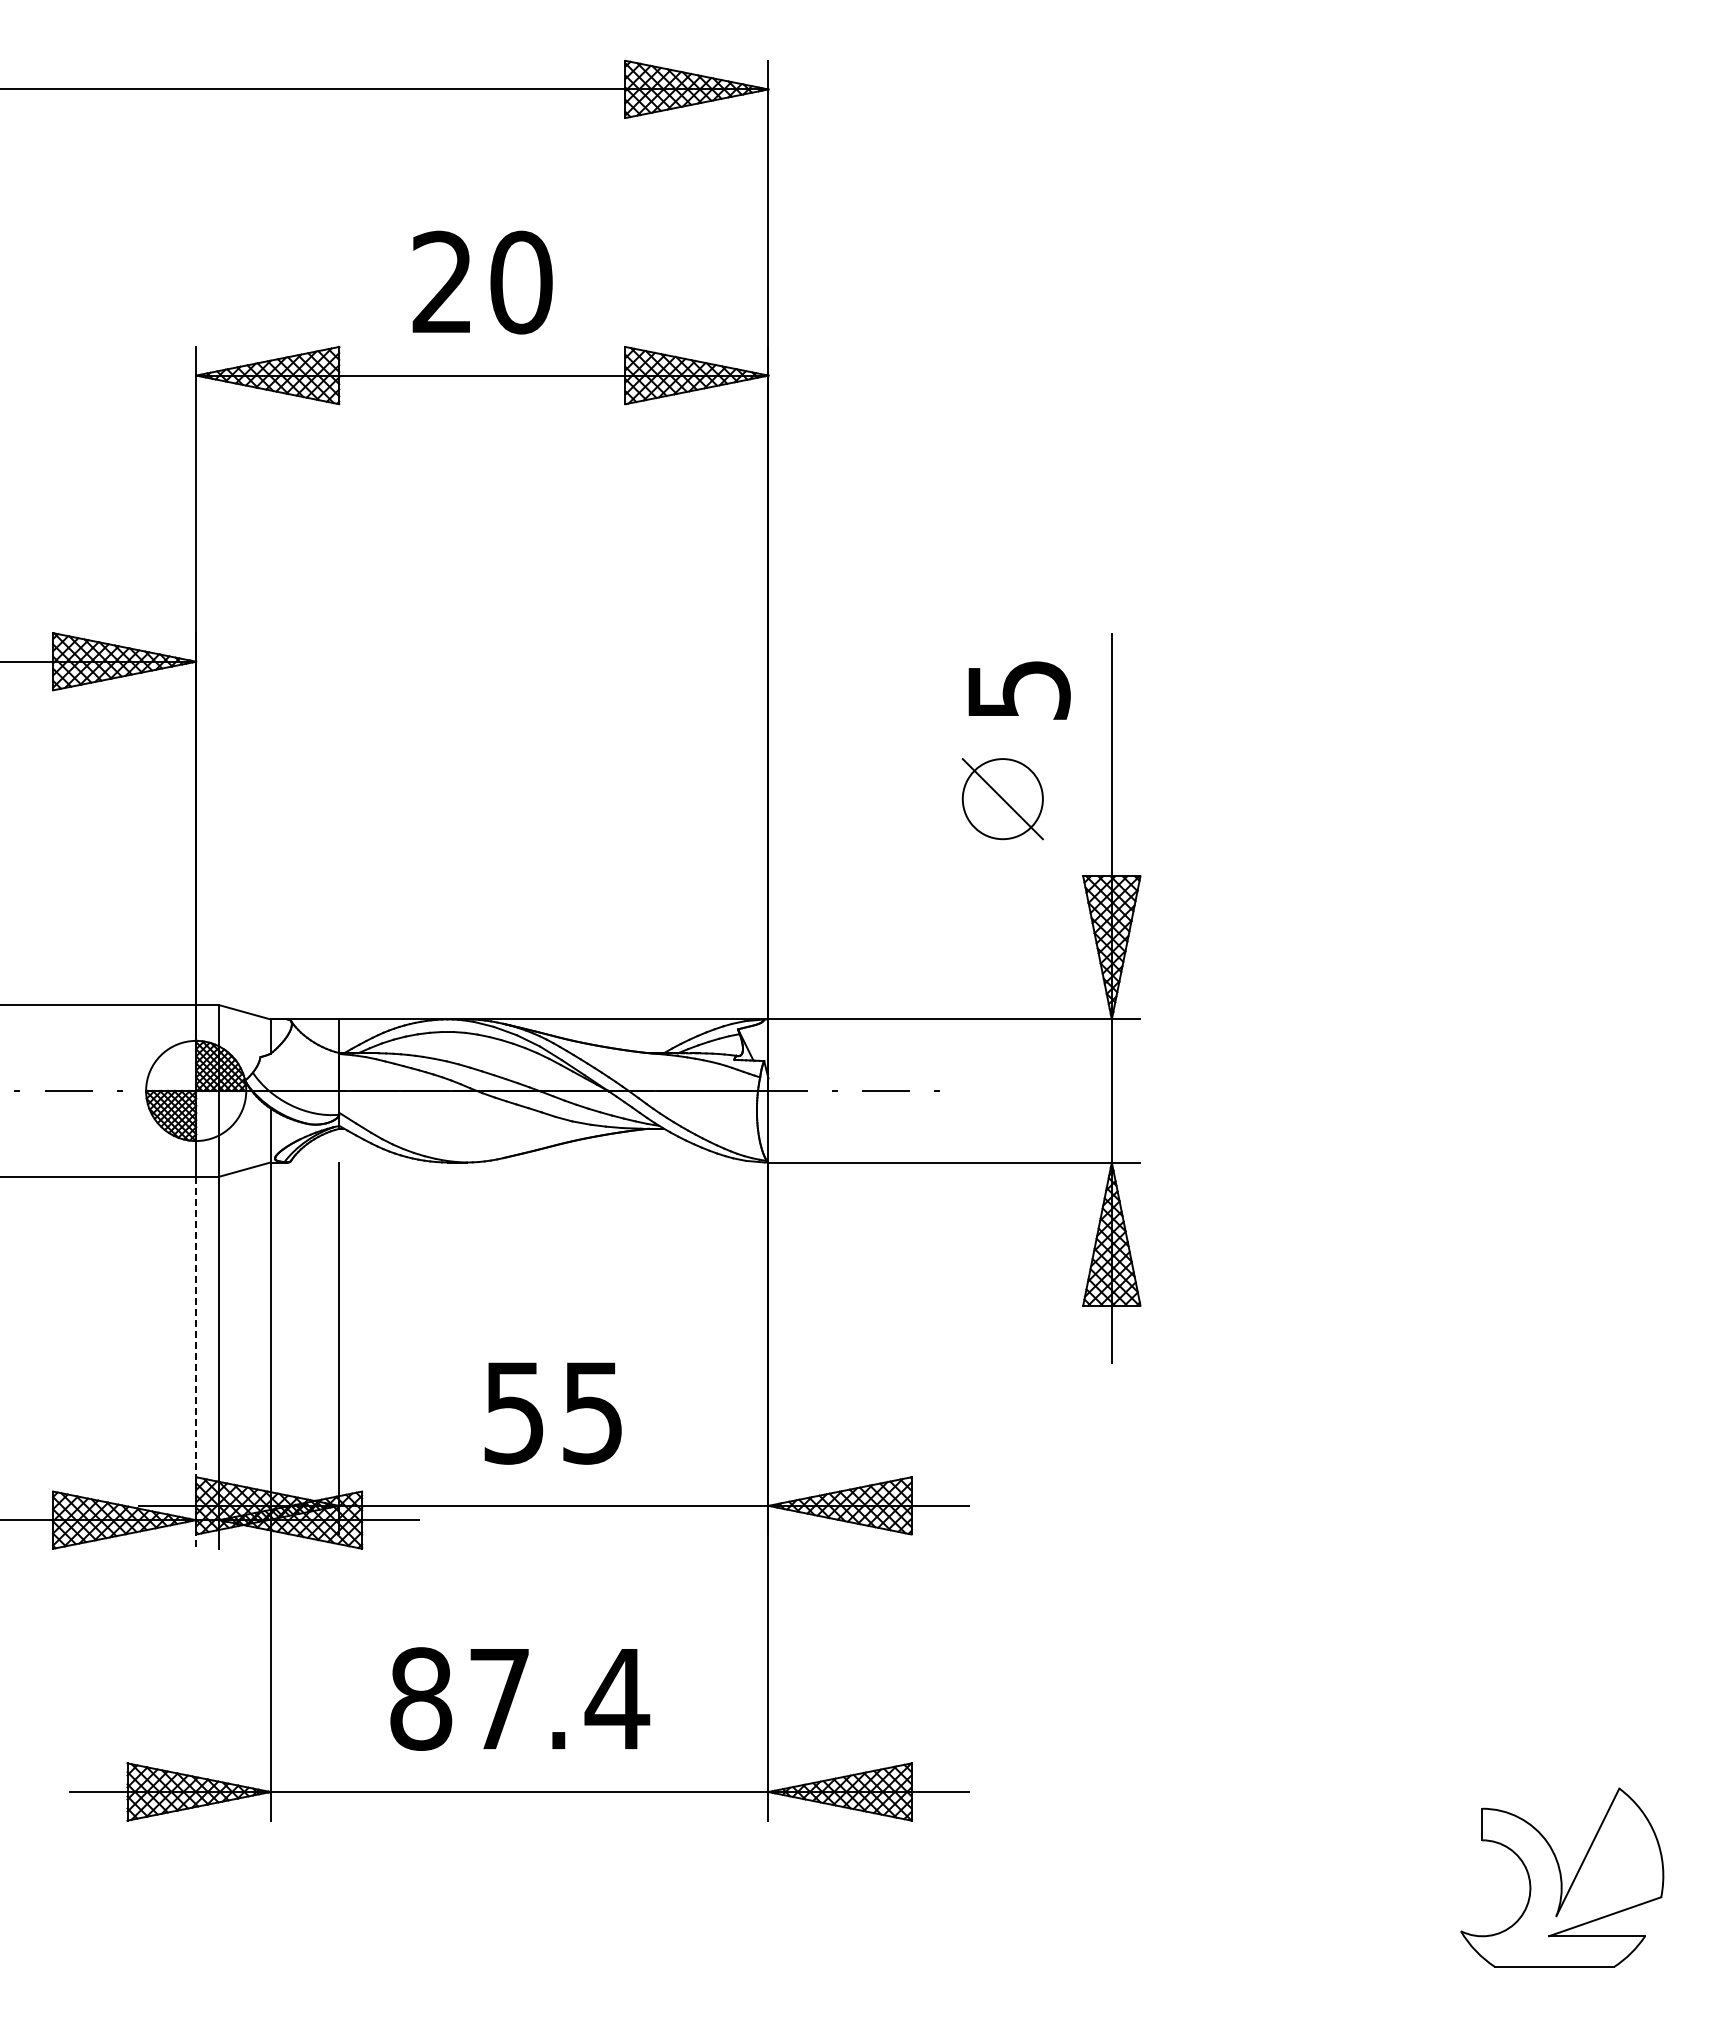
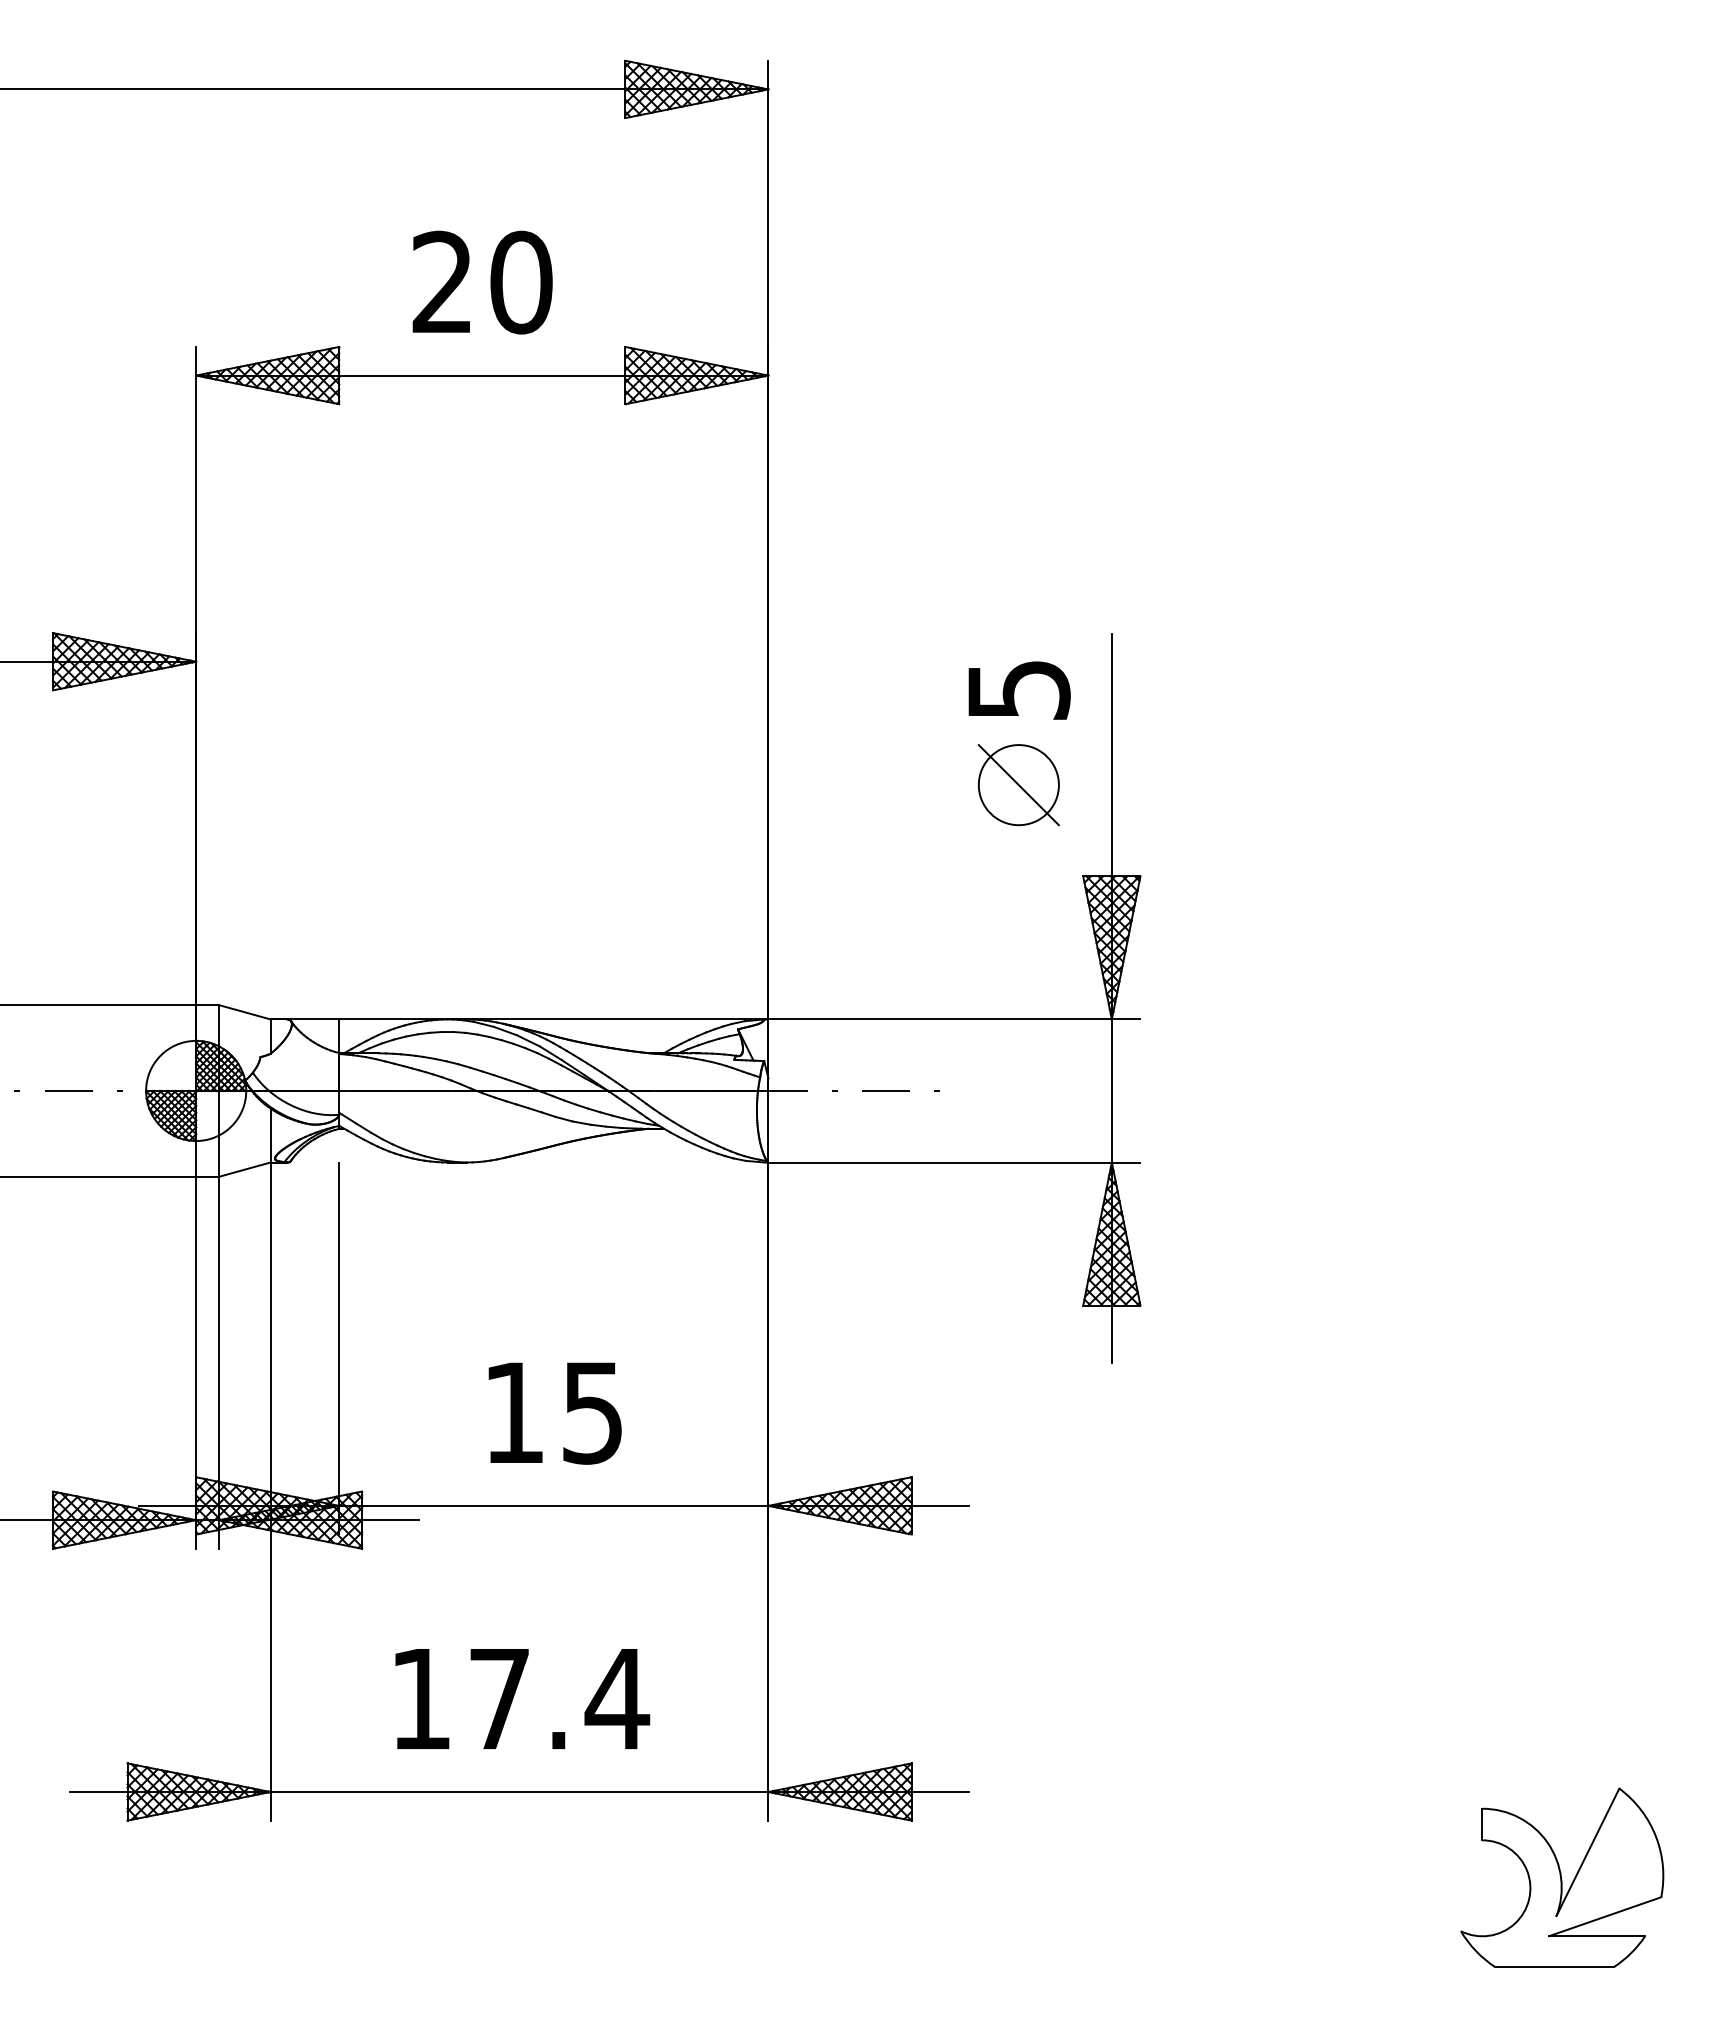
part at (1002, 799) position: (1002, 799) -> (1018, 785)
line at (196, 1362): dashed -> solid
text at (513, 1413): 55 -> 15
text at (421, 1698): 87.4 -> 17.4
